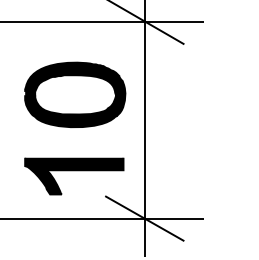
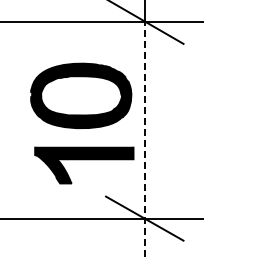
part at (75, 94) position: (75, 94) -> (81, 95)
line at (145, 139): solid -> dashed
part at (74, 176) position: (74, 176) -> (84, 165)
